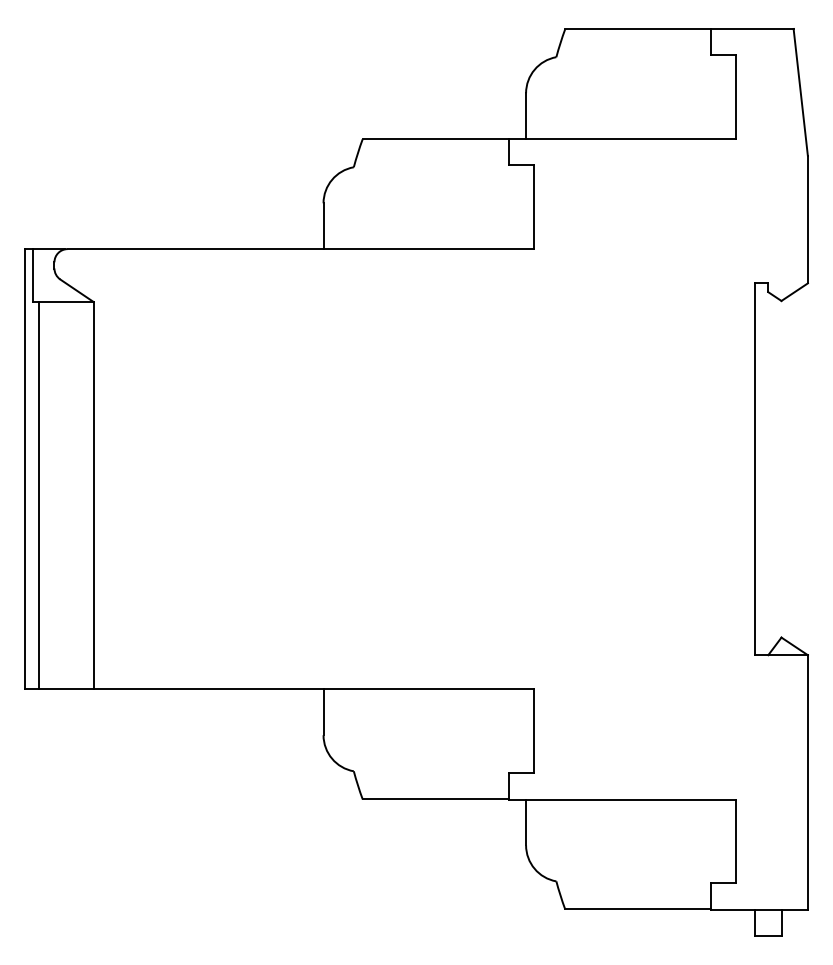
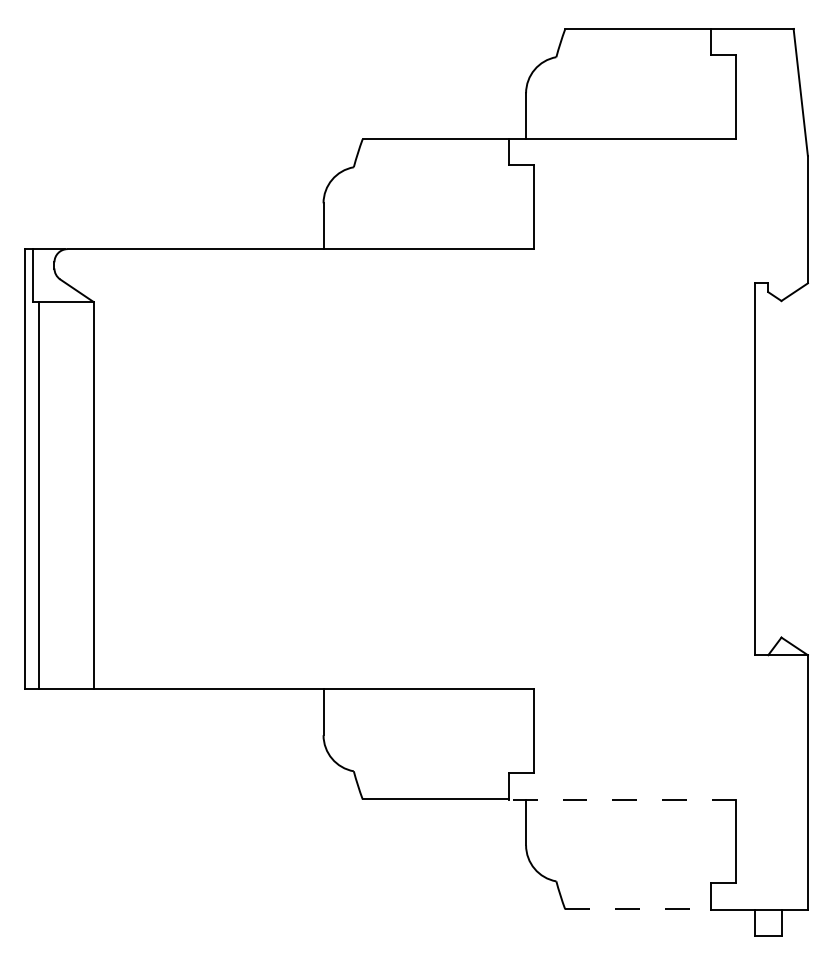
line at (622, 799): solid -> dashed
line at (638, 909): solid -> dashed
